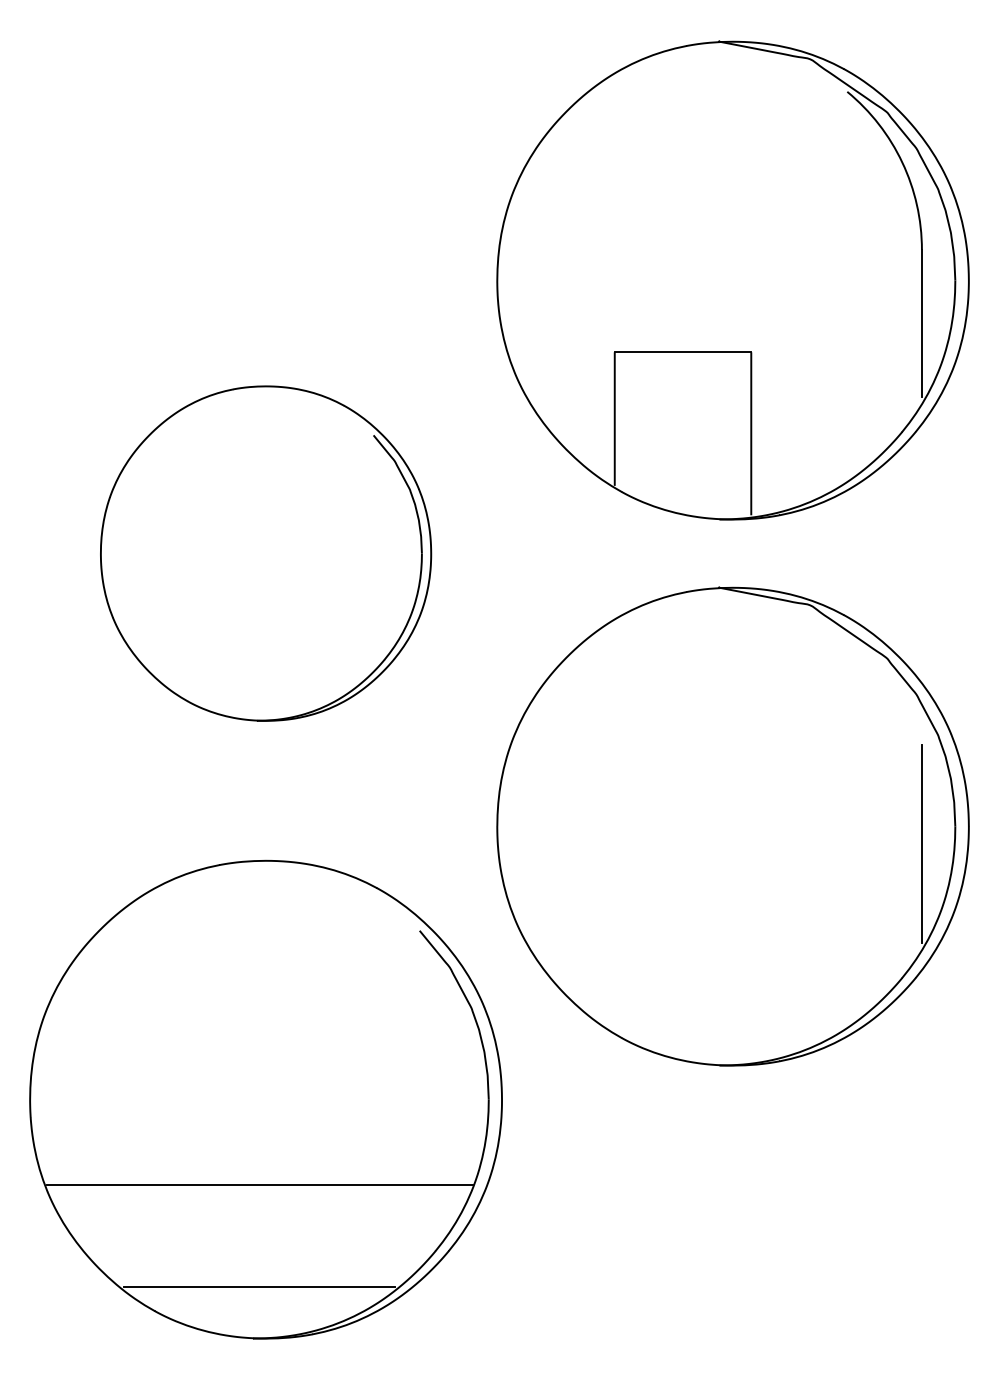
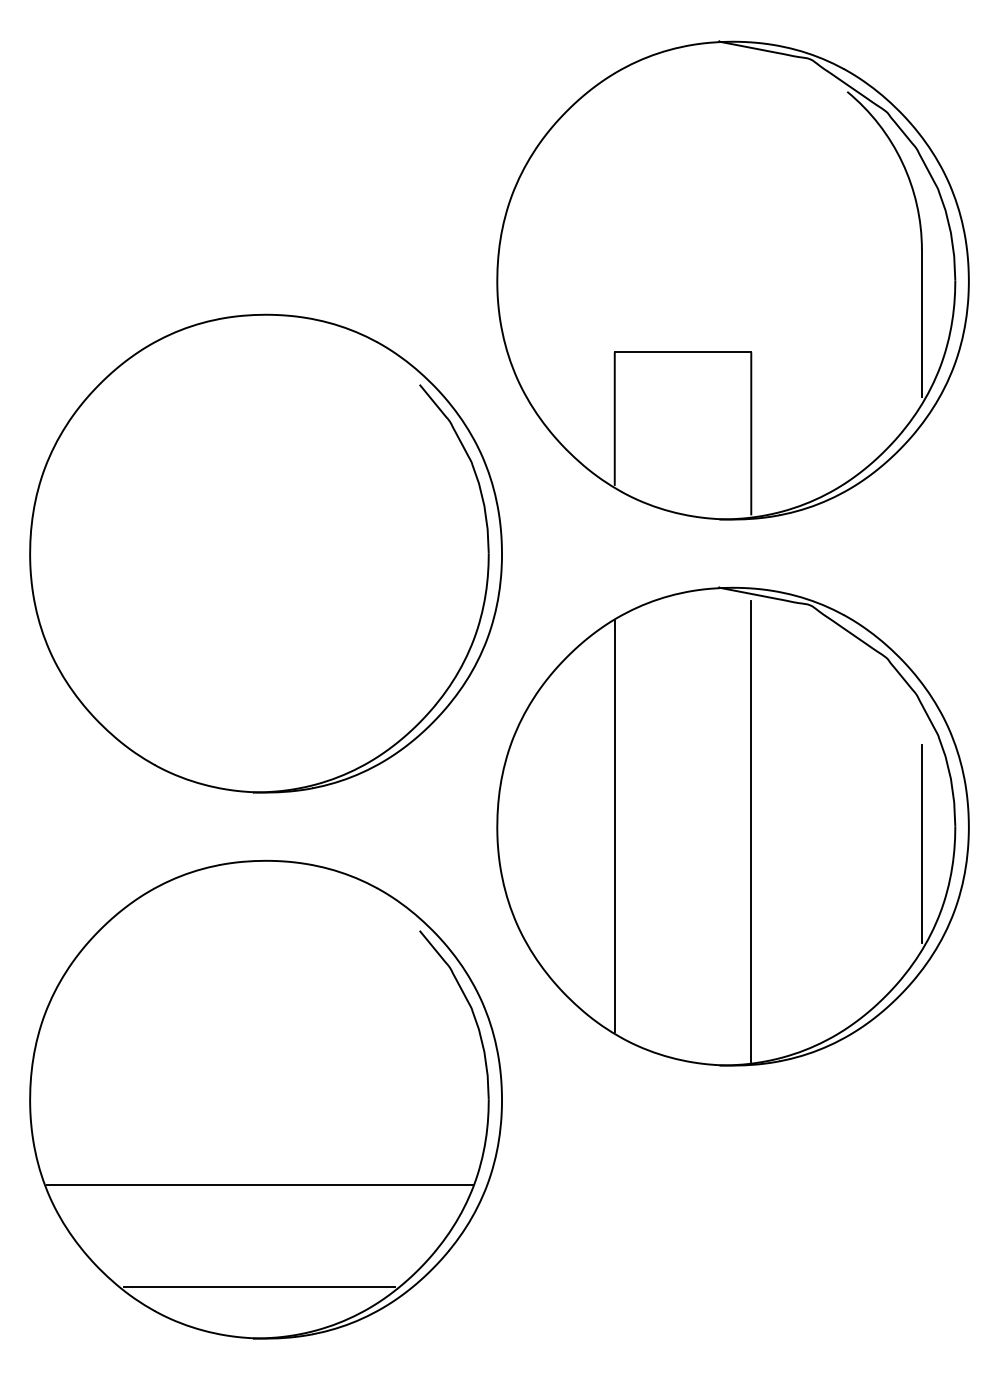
part at (266, 553) size: 333x337 px -> 474x481 px
line at (614, 826): none -> present
line at (751, 831): none -> present
